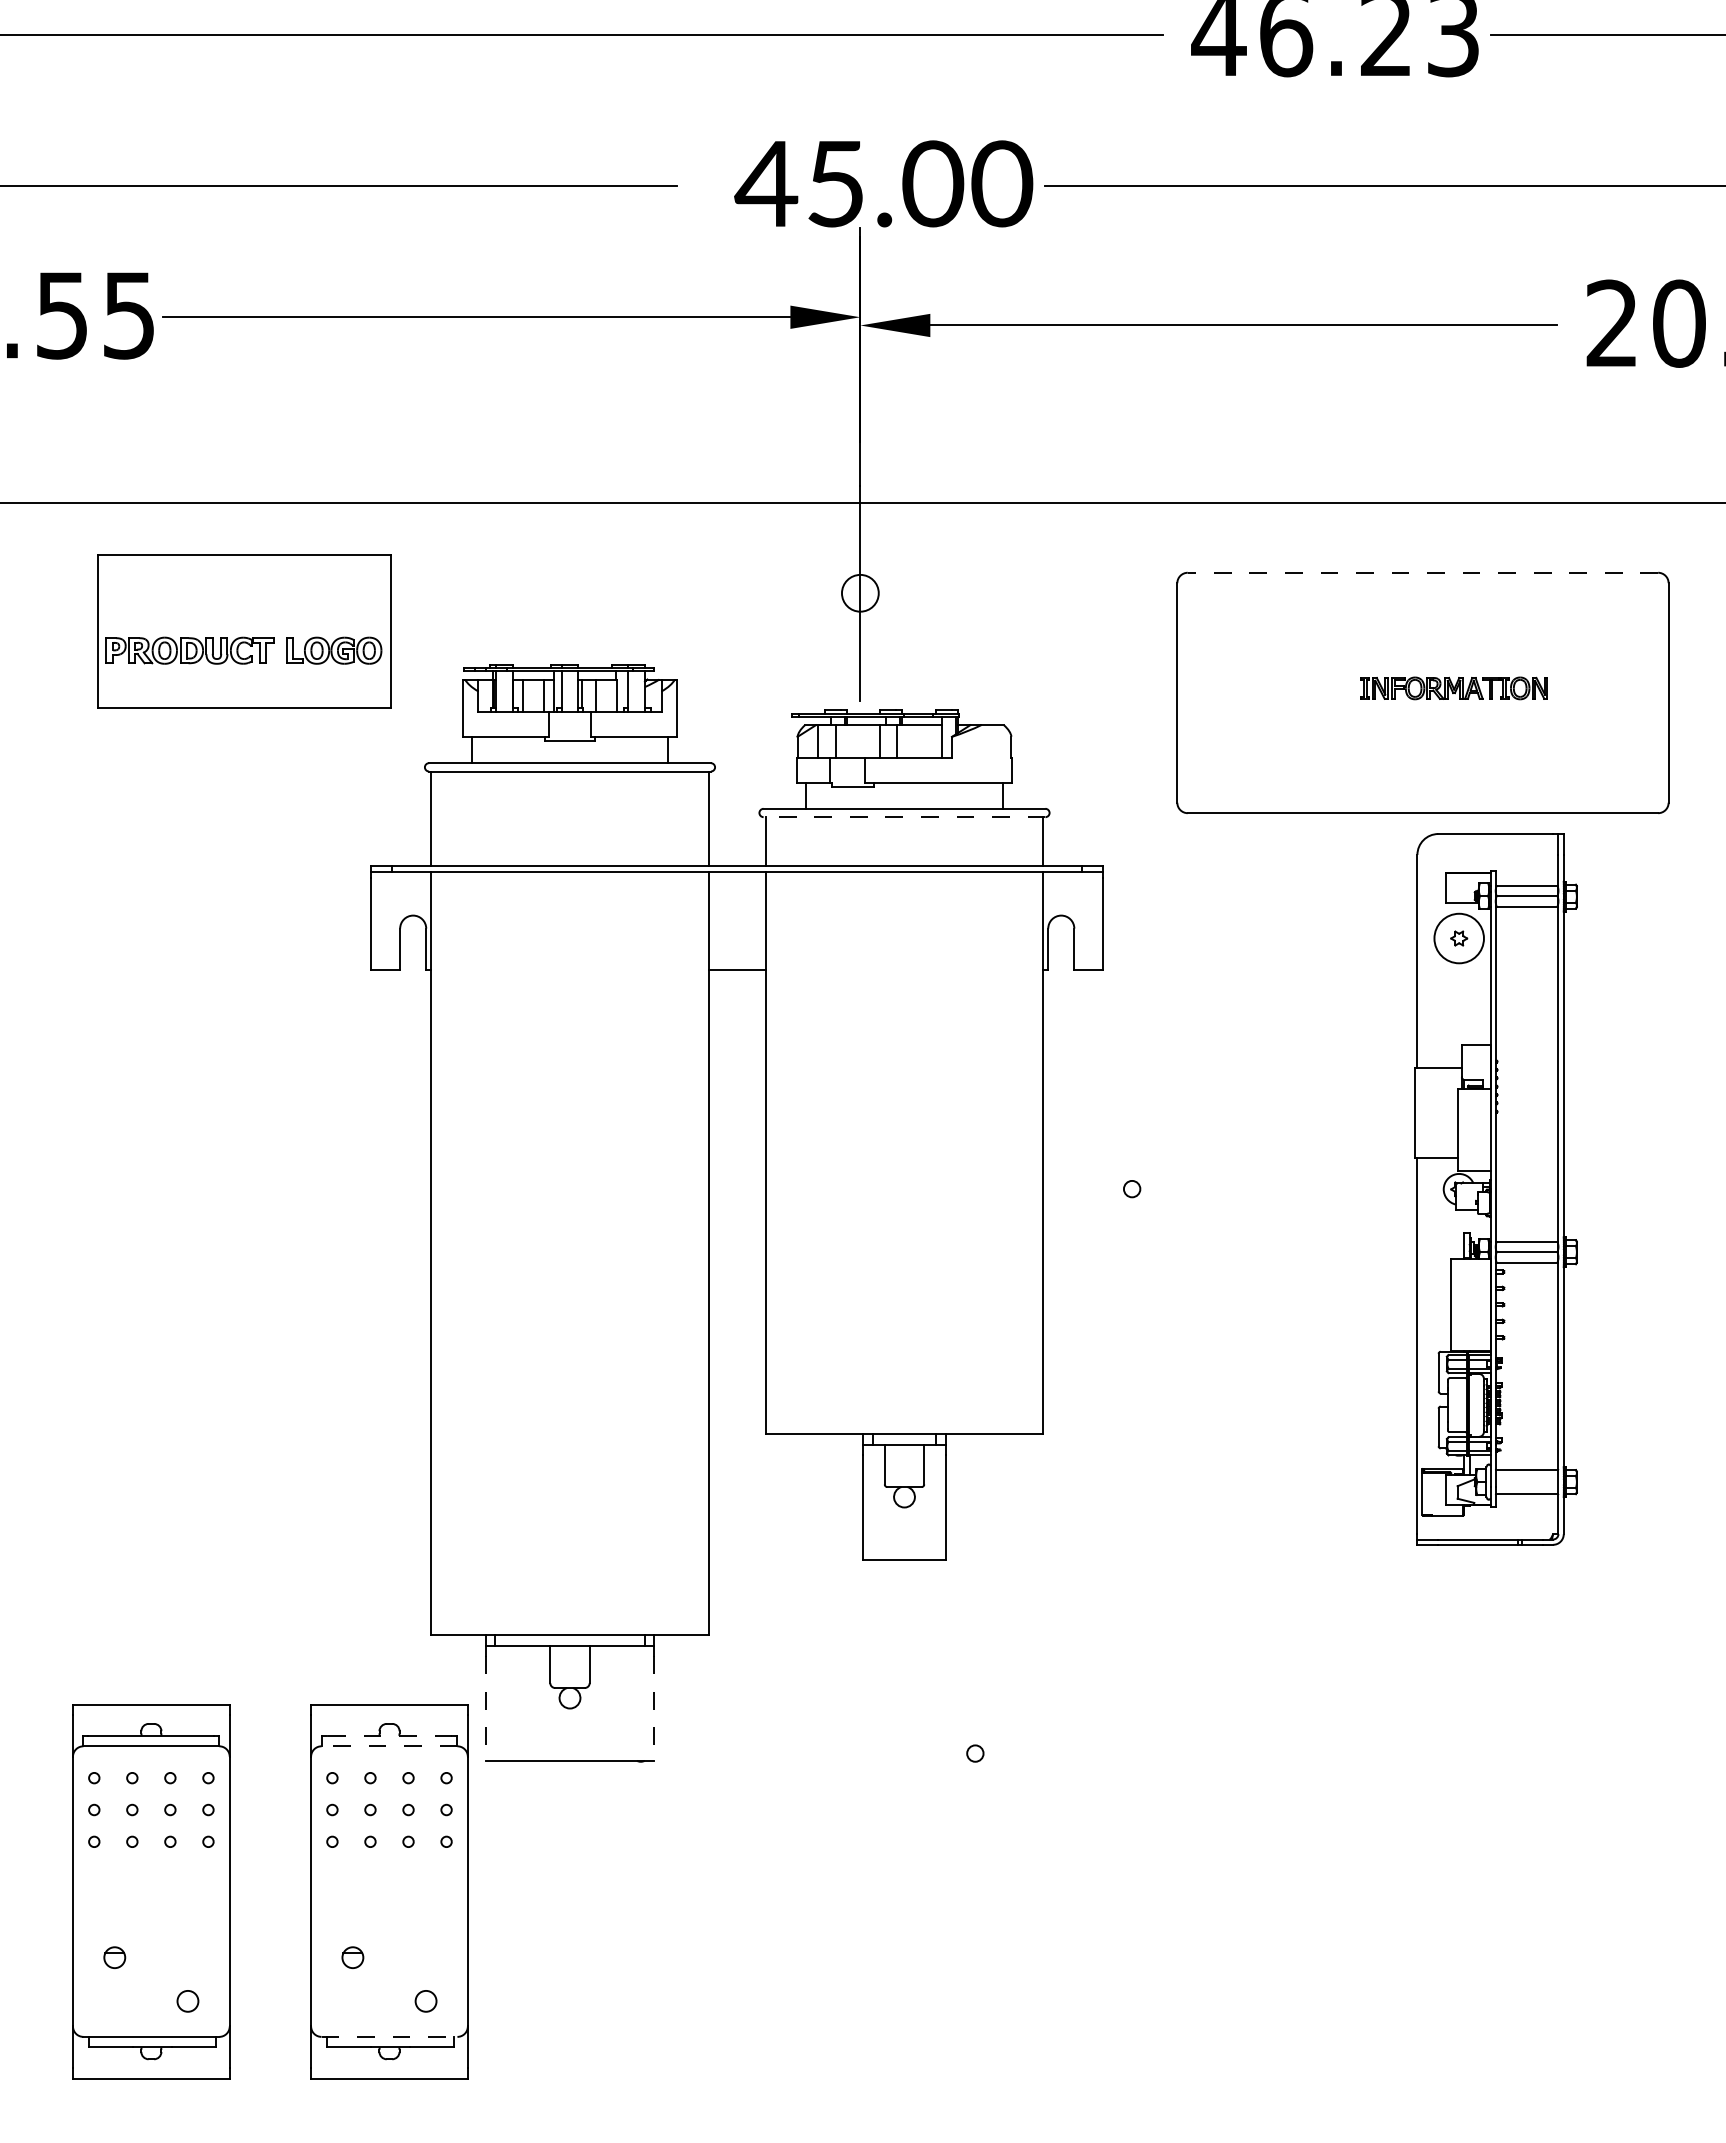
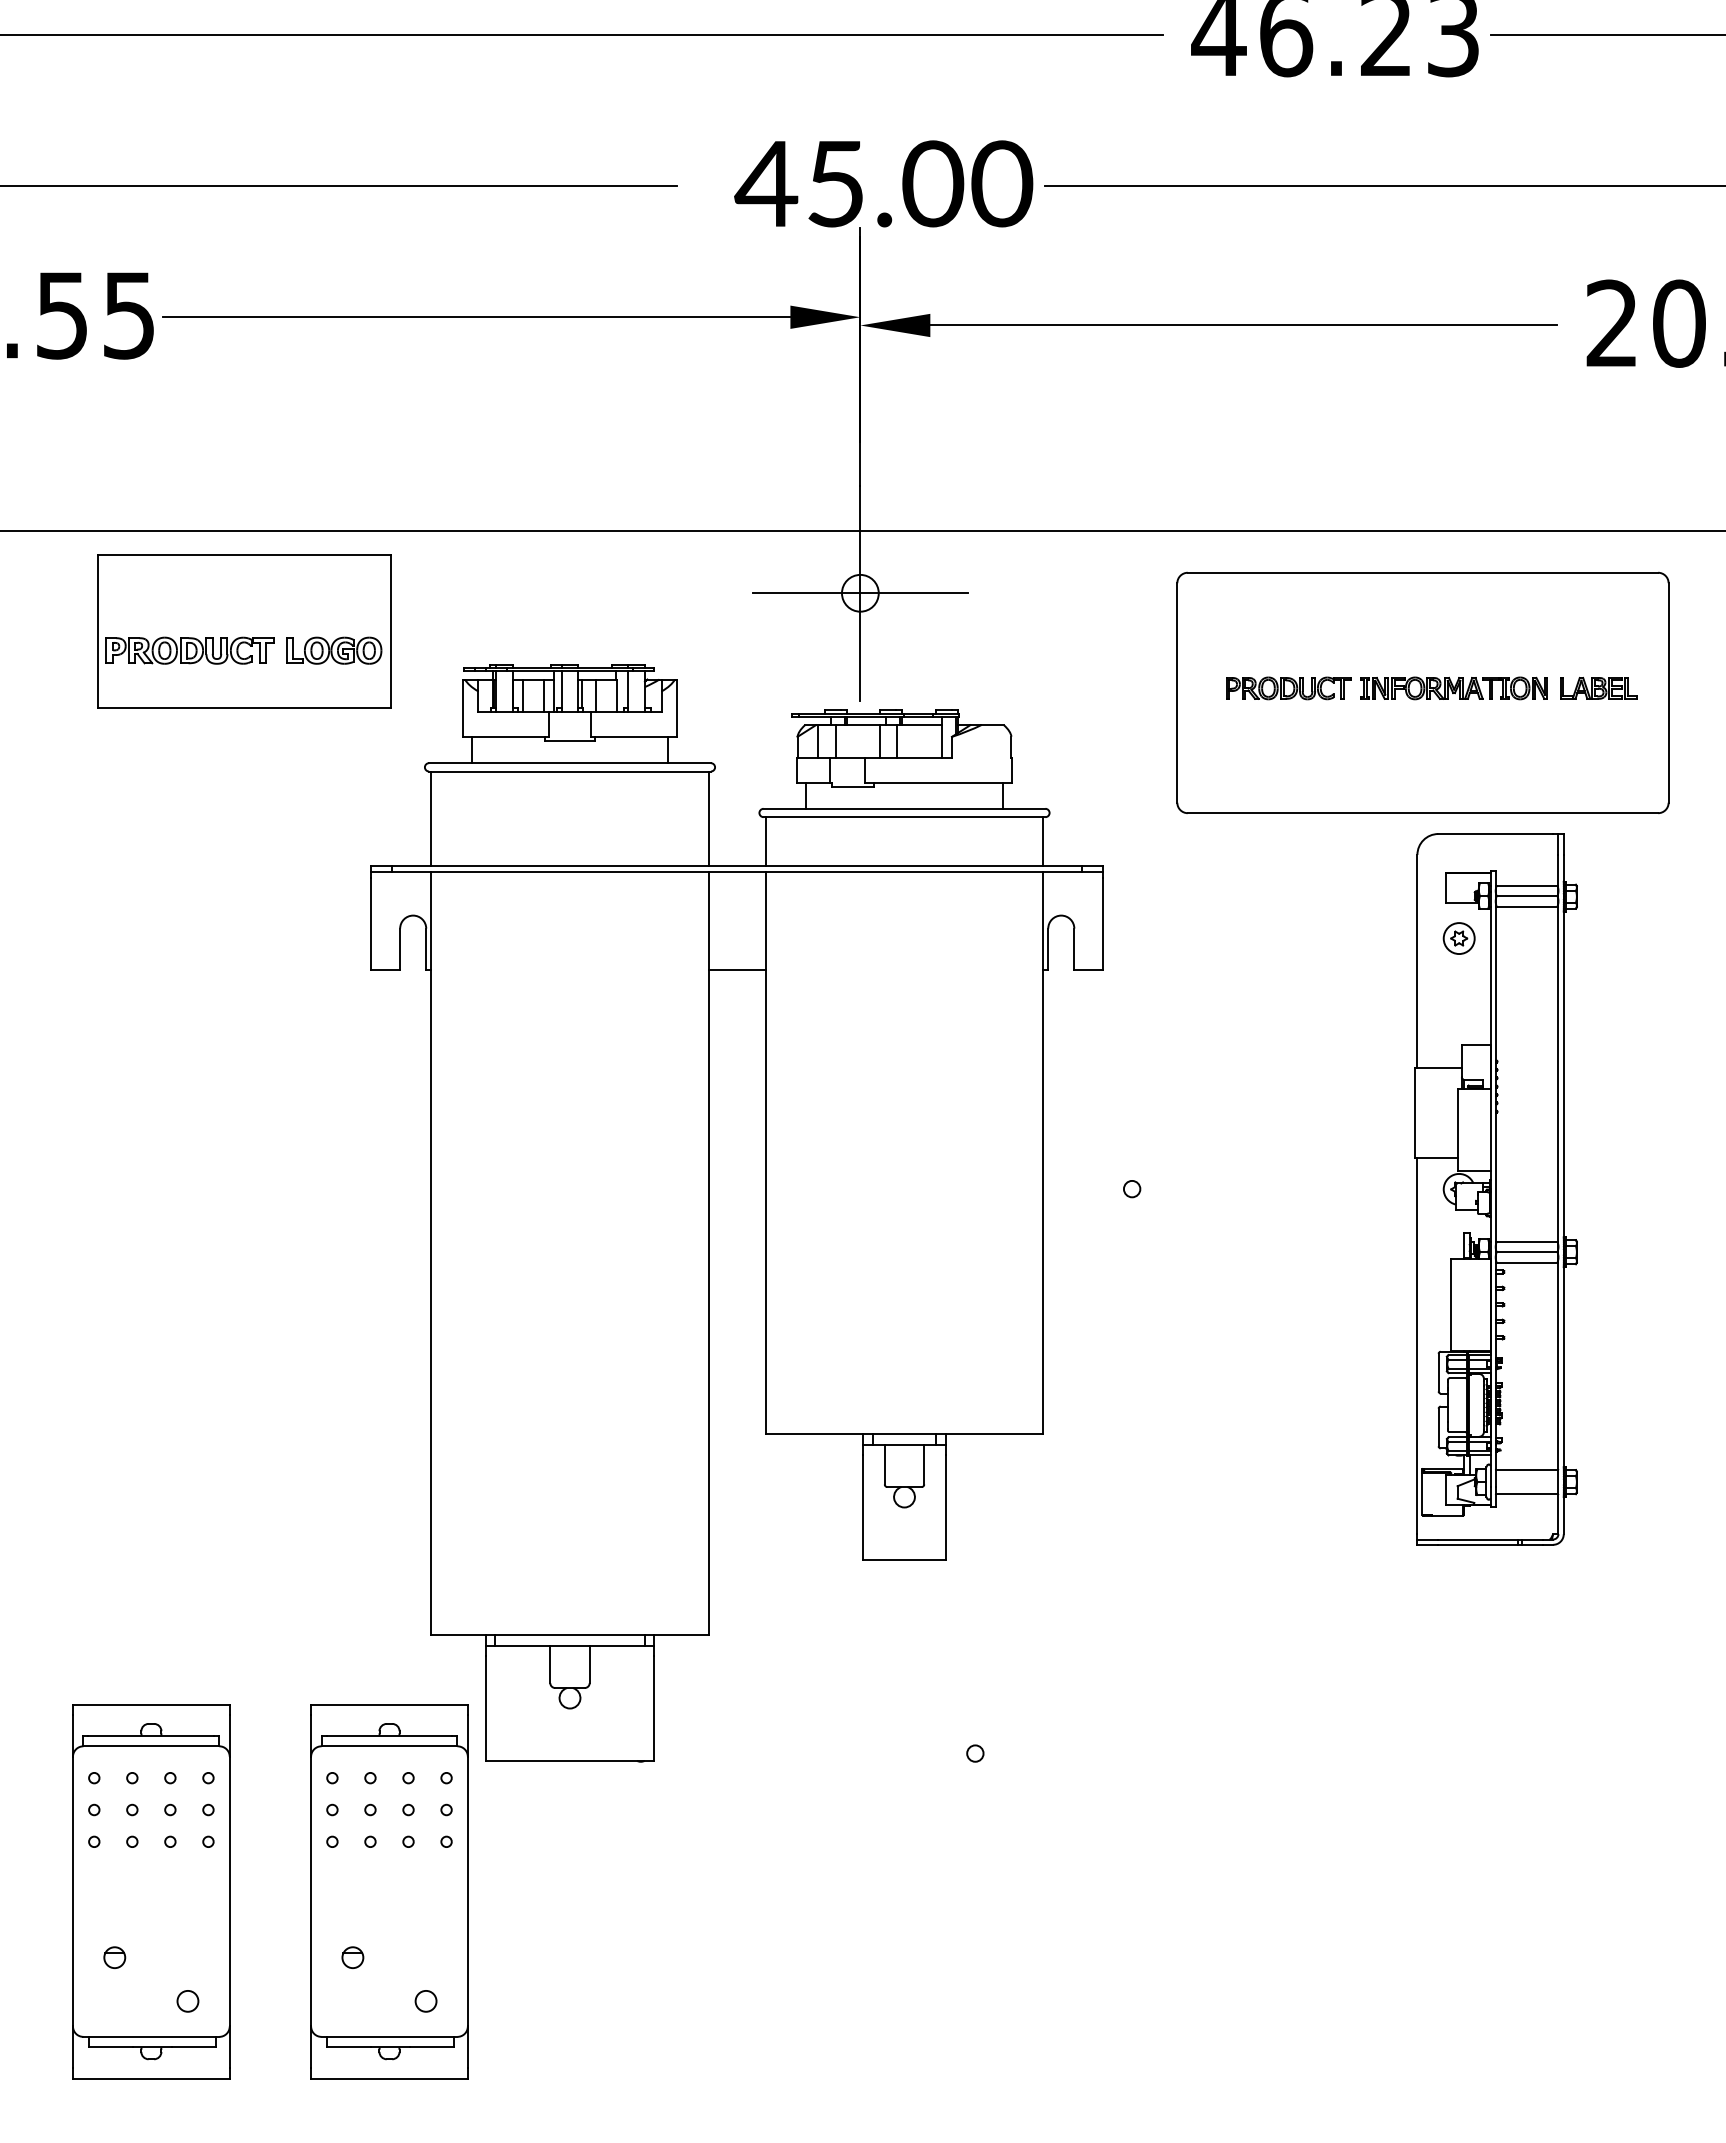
line at (862, 502) position: (862, 502) -> (862, 530)
line at (1422, 572): dashed -> solid
line at (860, 593): none -> present
part at (1288, 688): none -> present
part at (1598, 688): none -> present
line at (904, 817): dashed -> solid
circle at (1458, 938) diameter: 50 px -> 31 px
line at (486, 1709): dashed -> solid
line at (653, 1709): dashed -> solid
line at (389, 1735): dashed -> solid
line at (389, 1746): dashed -> solid
line at (389, 2036): dashed -> solid
